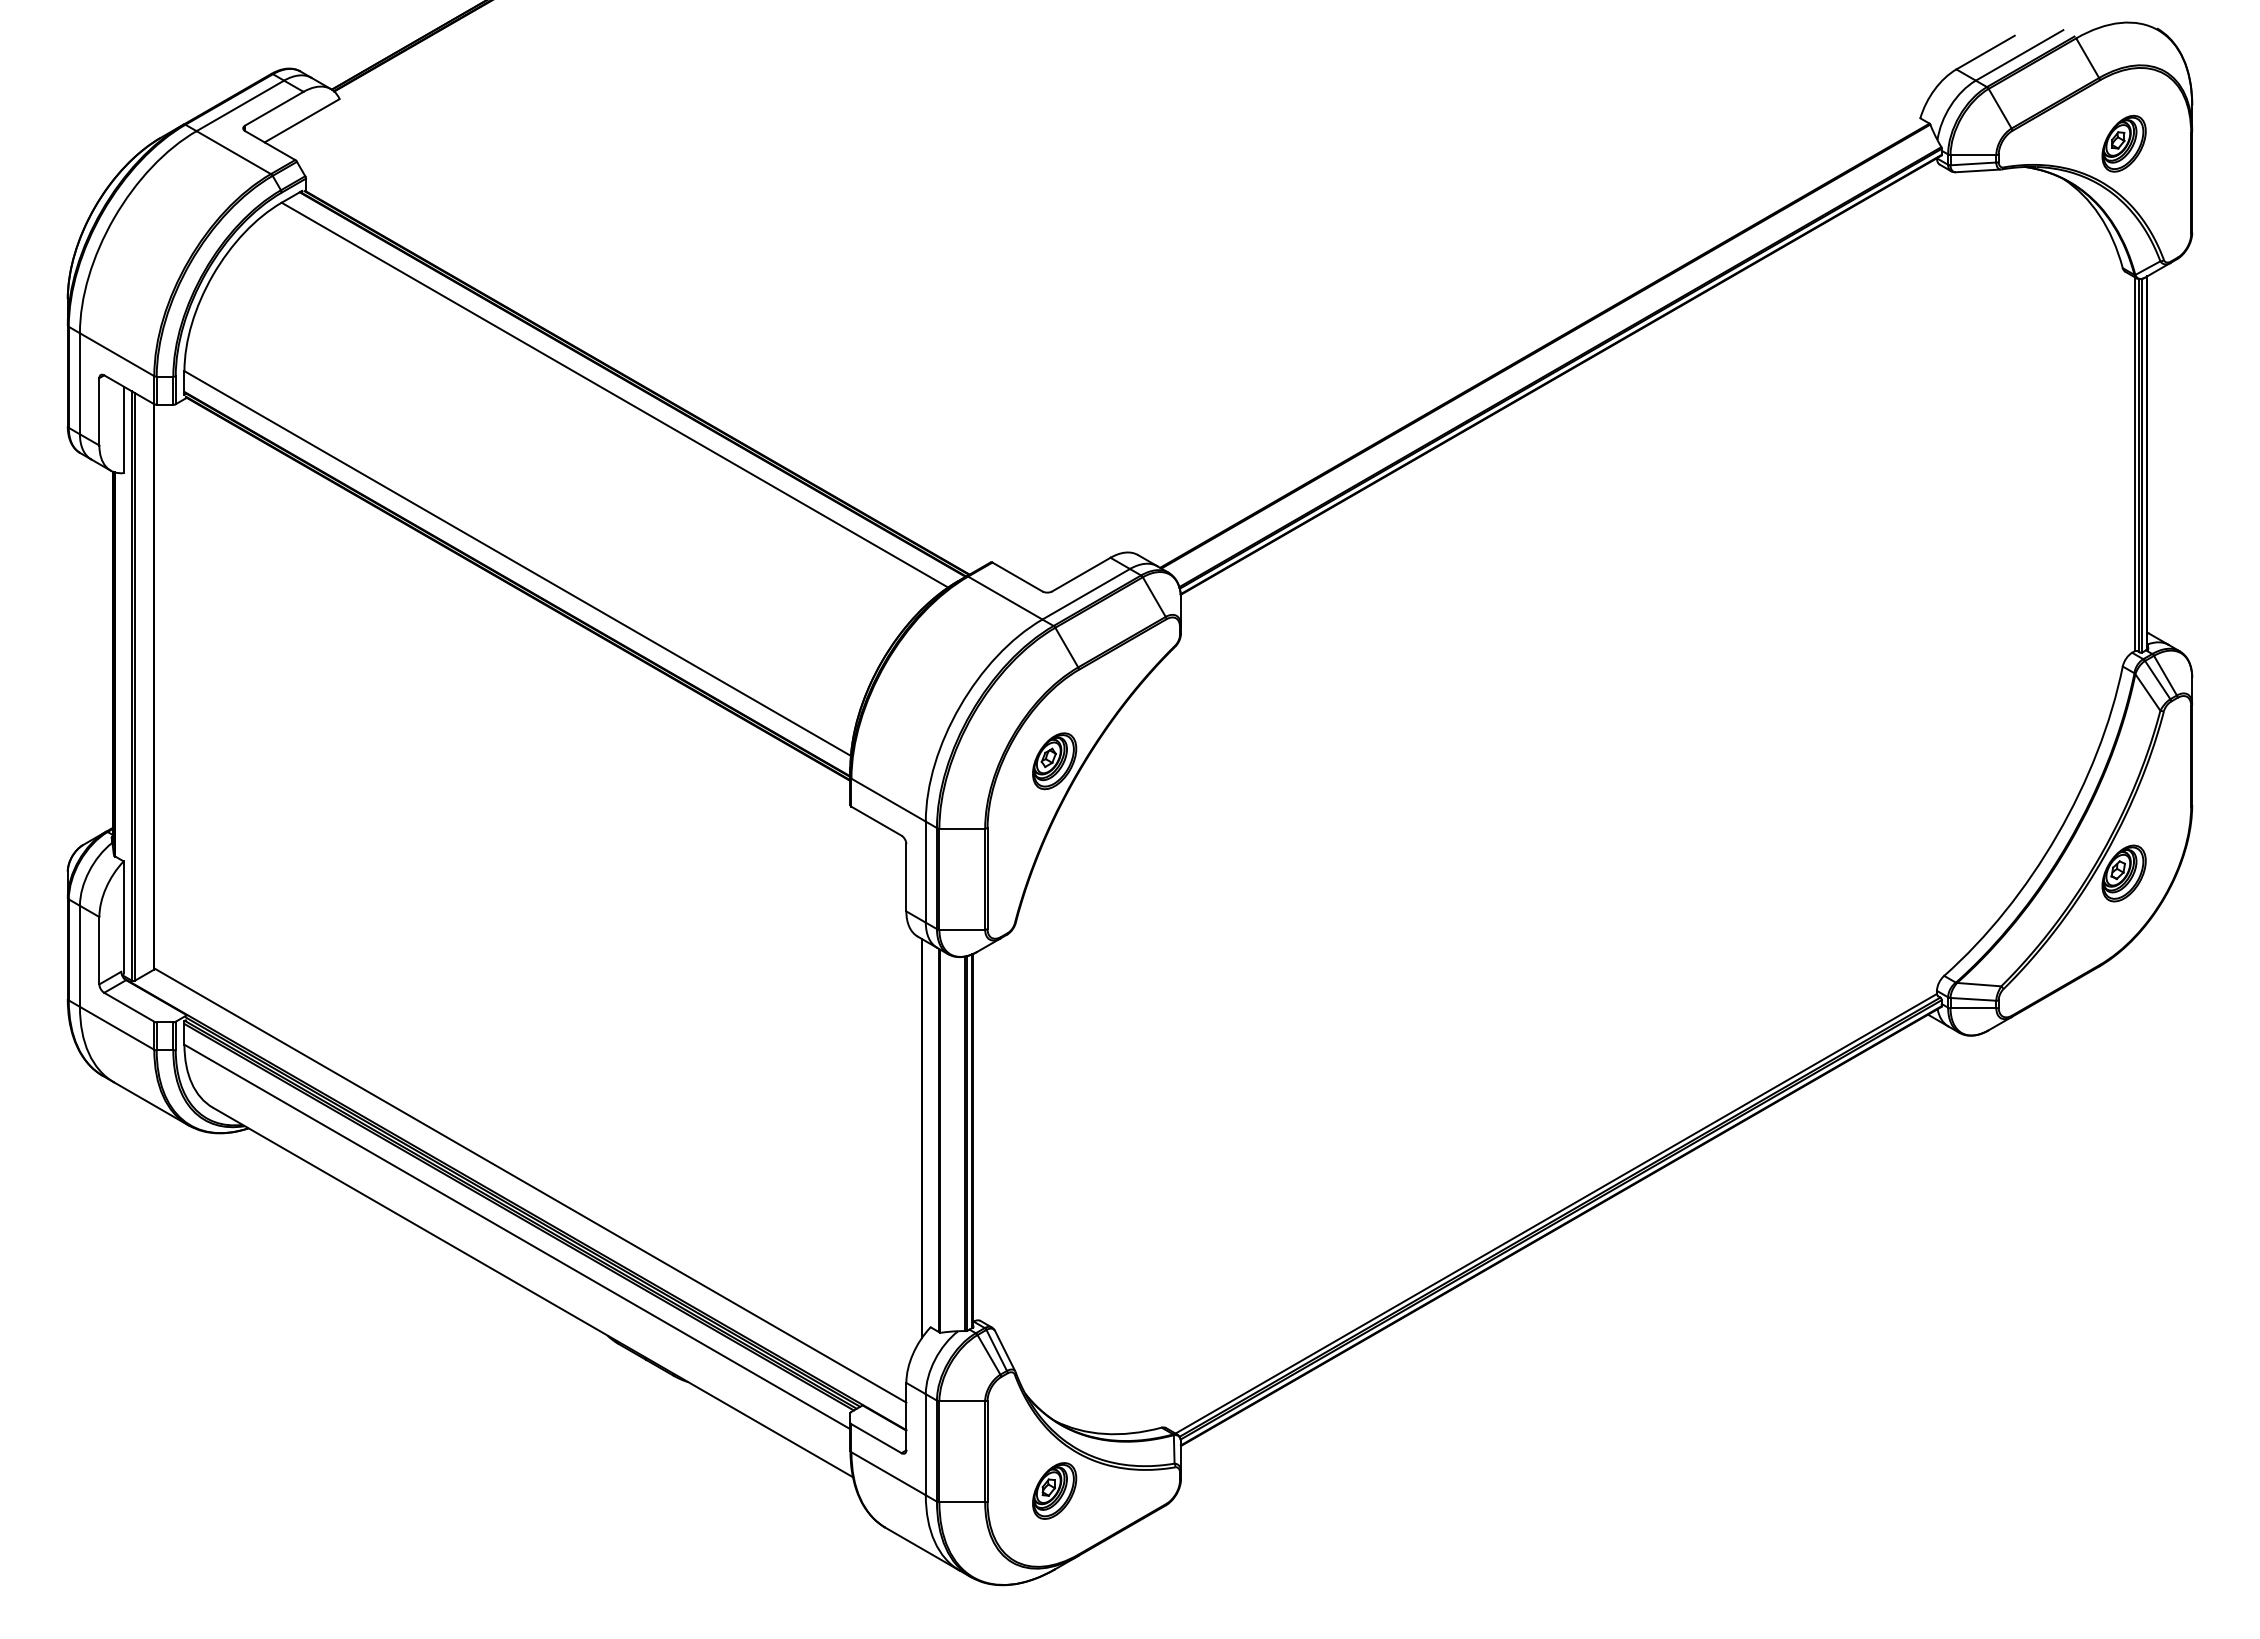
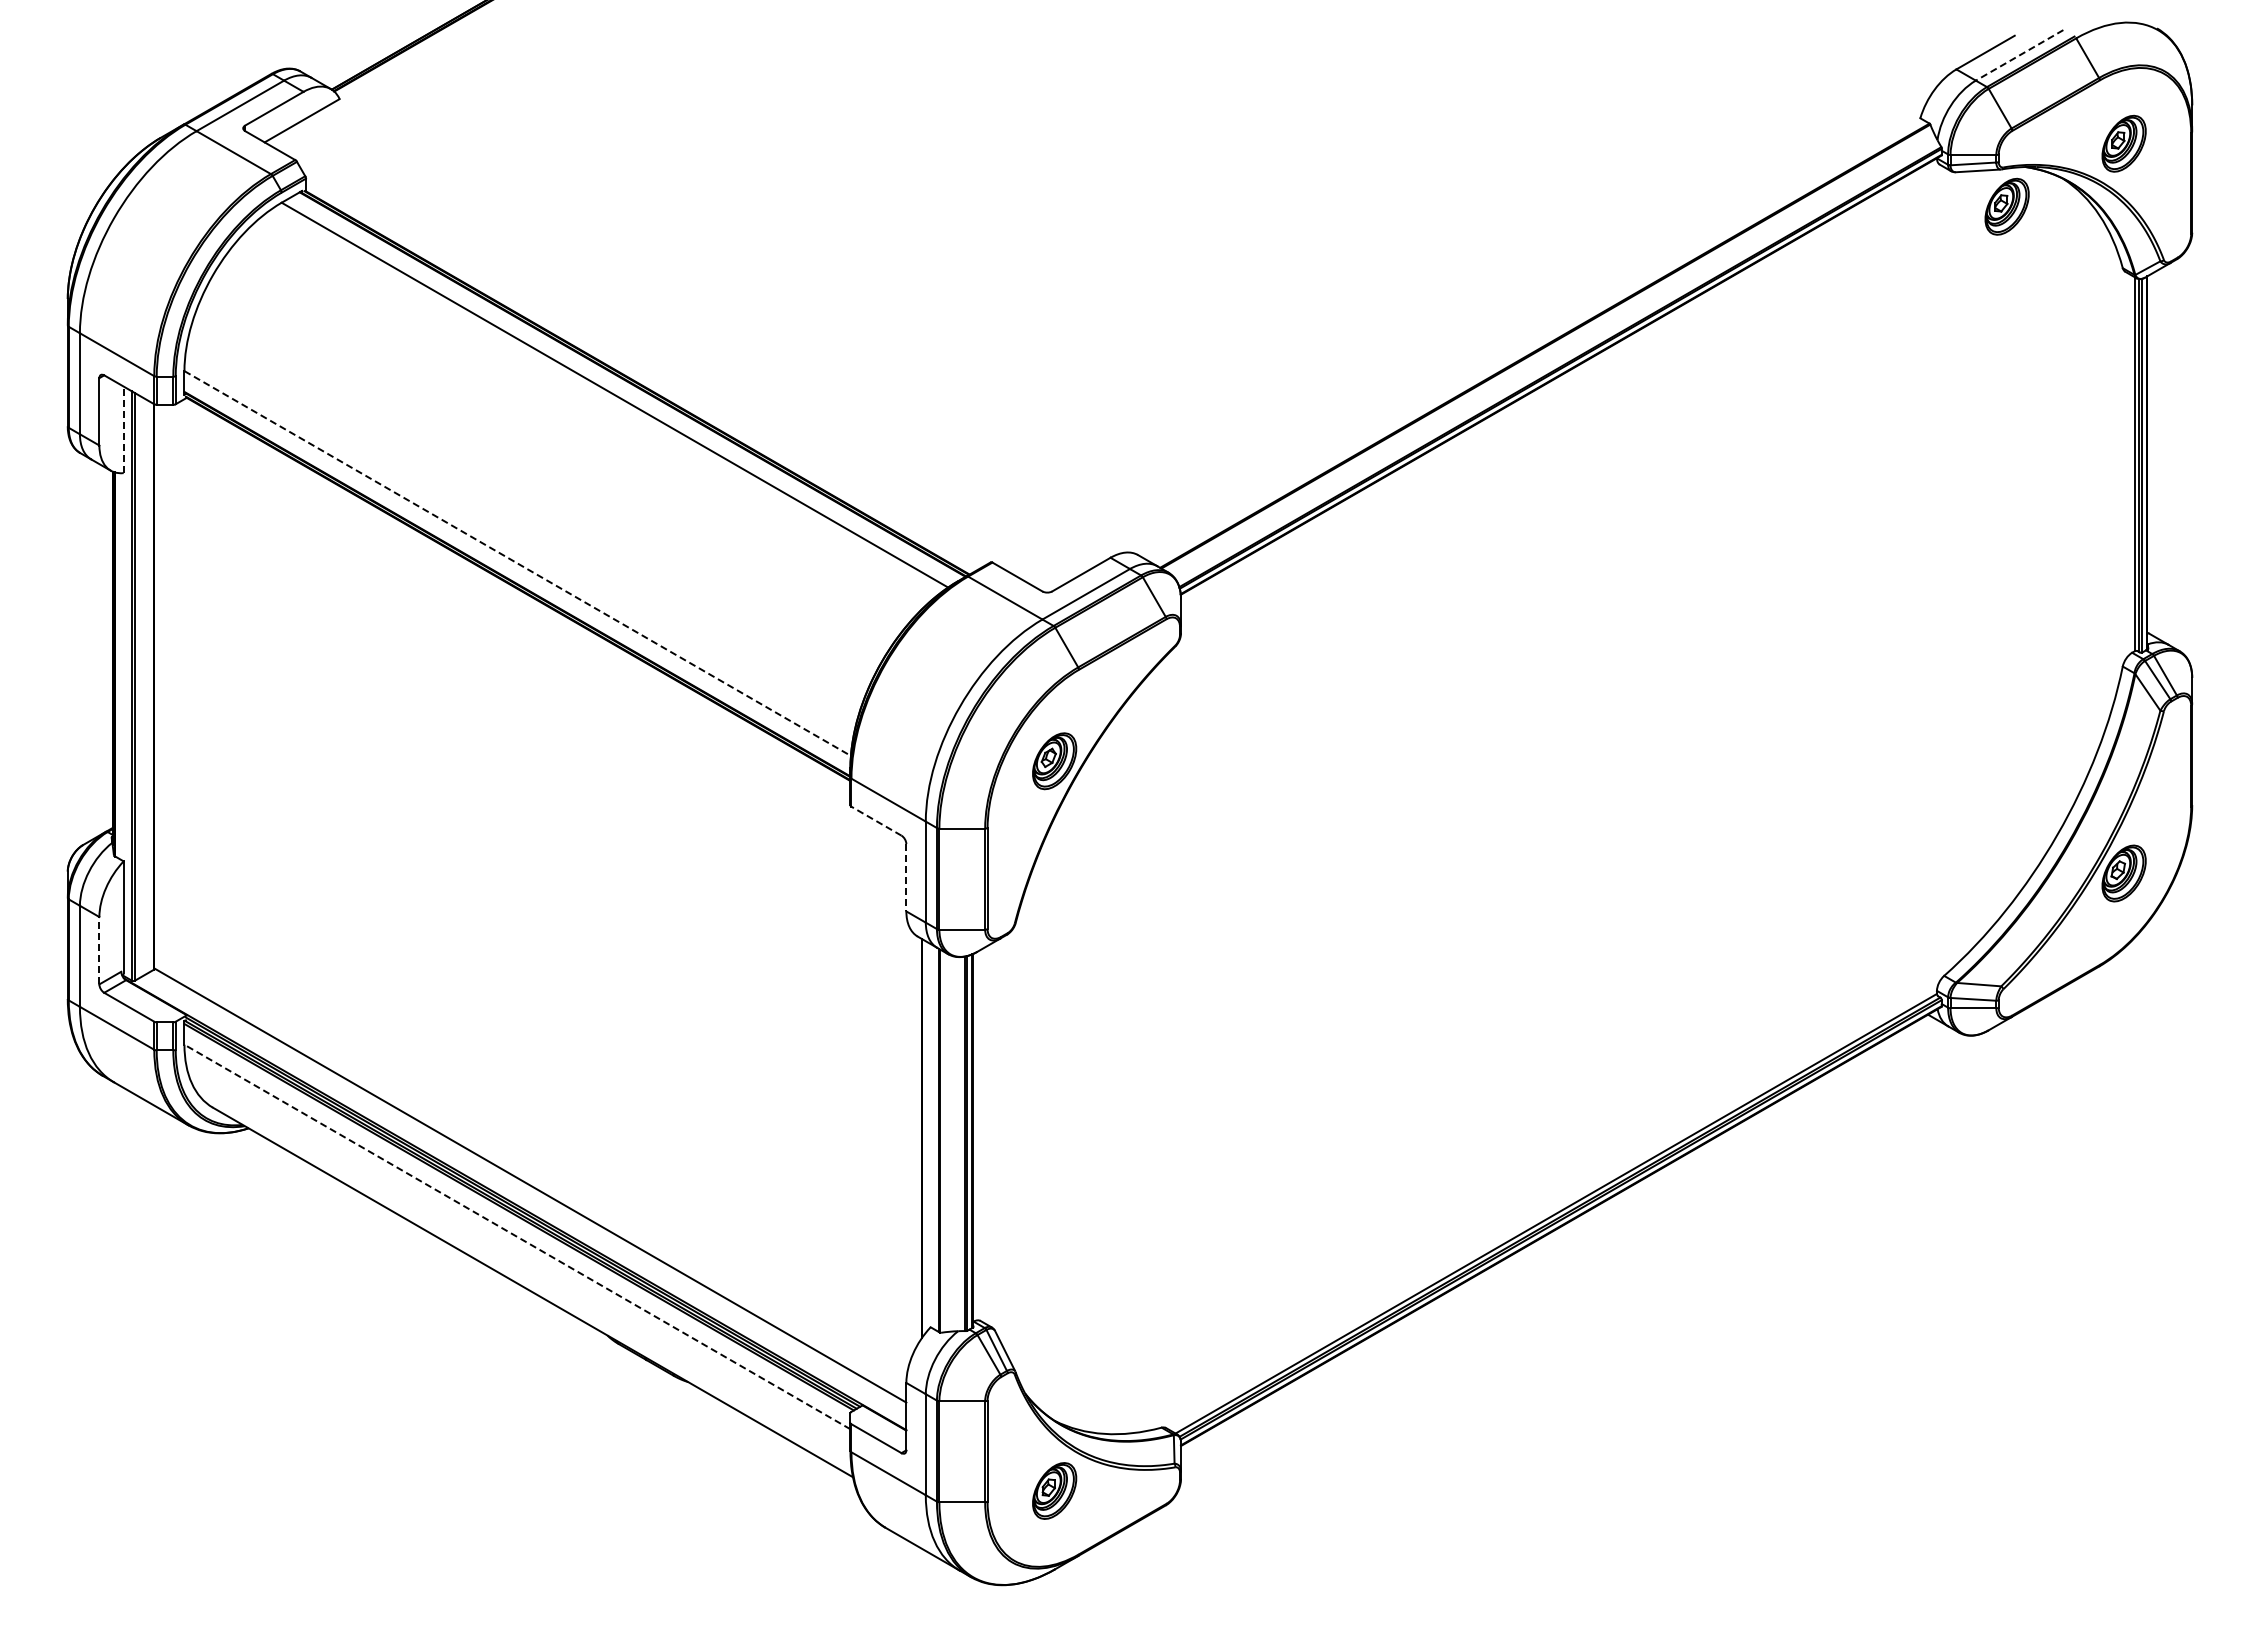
line at (2019, 55): solid -> dashed
part at (2006, 206): none -> present
line at (123, 429): solid -> dashed
line at (517, 563): solid -> dashed
line at (876, 821): solid -> dashed
line at (906, 877): solid -> dashed
line at (99, 950): solid -> dashed
line at (517, 1237): solid -> dashed
